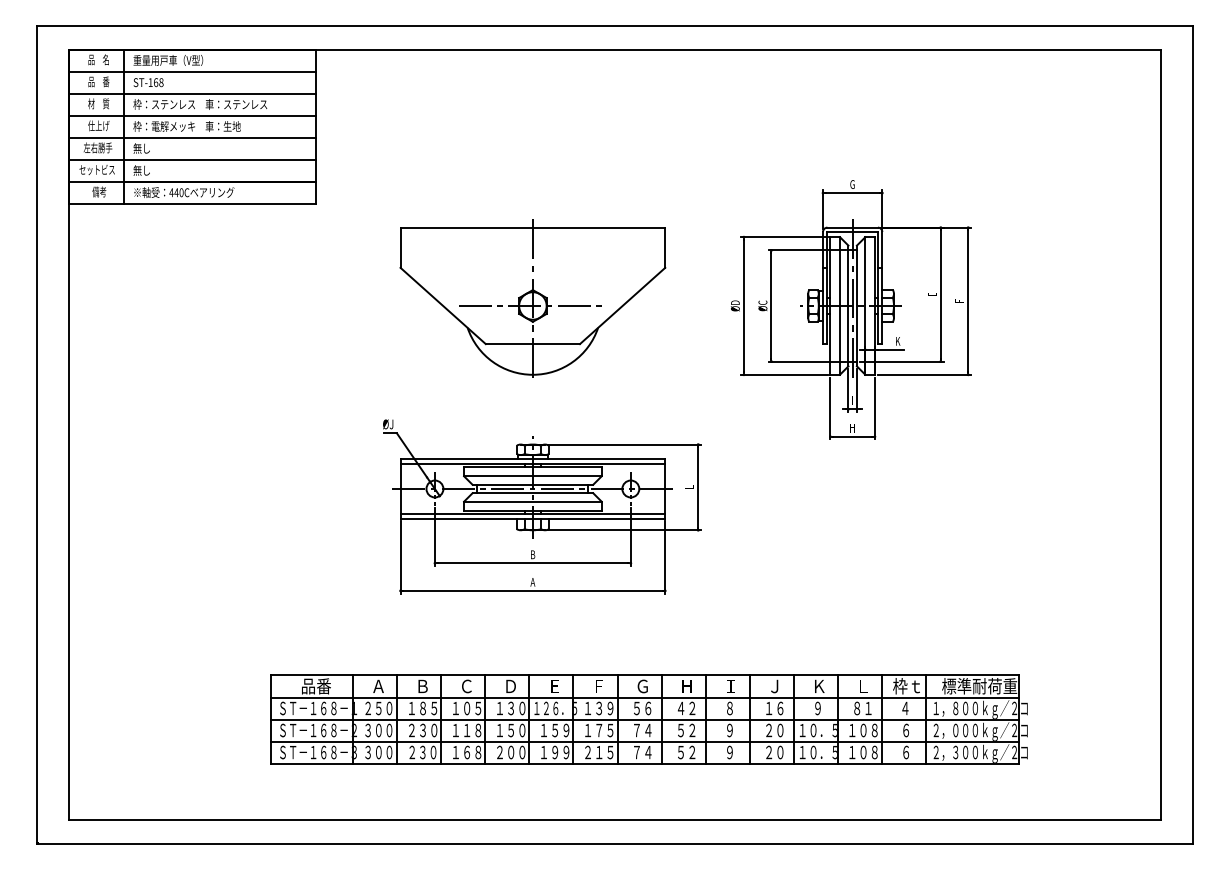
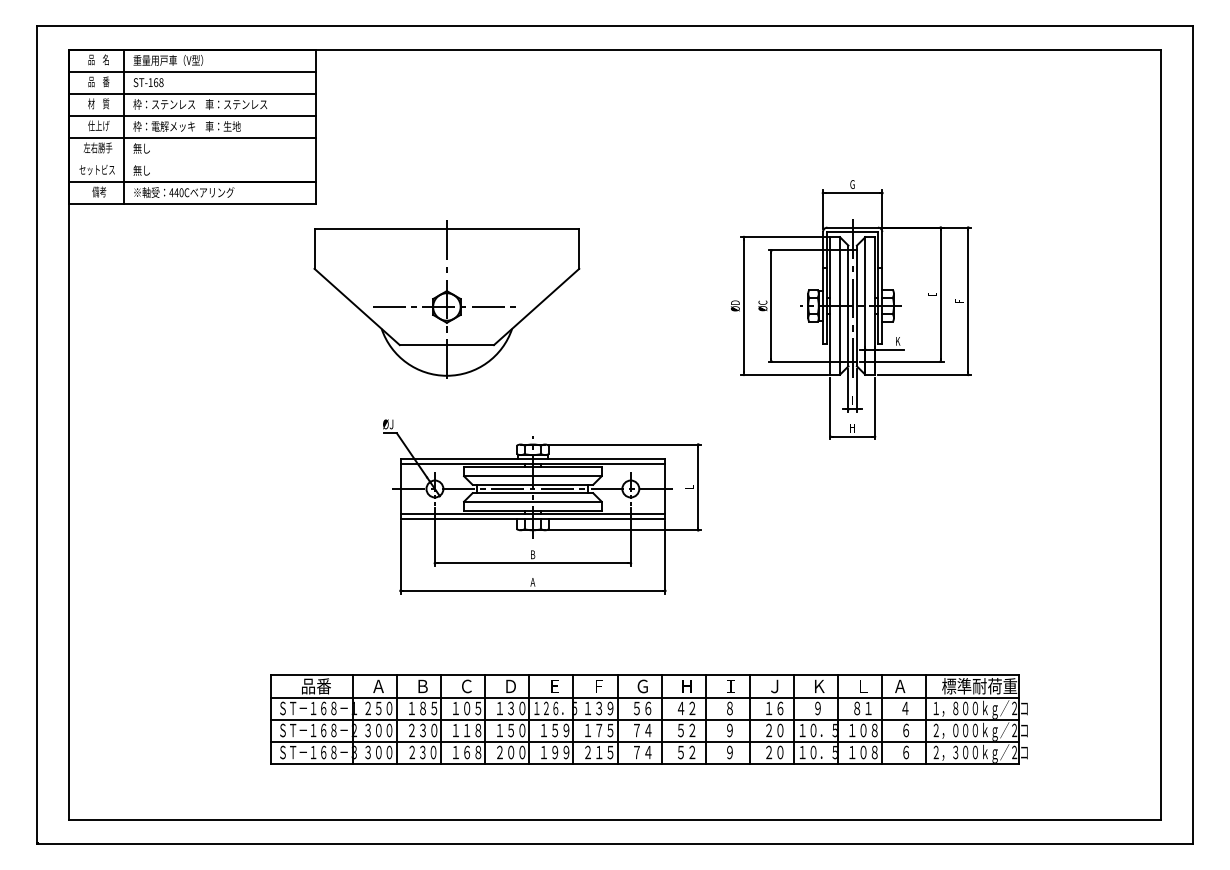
line at (192, 159): present -> none
part at (532, 298) position: (532, 298) -> (446, 299)
text at (906, 686): 枠ｔ -> Ａ
